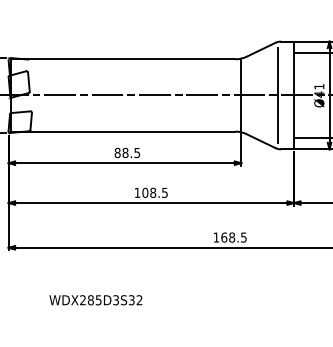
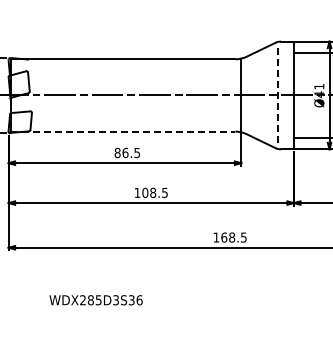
line at (278, 95): solid -> dashed
line at (123, 131): solid -> dashed
text at (125, 152): 88.5 -> 86.5
text at (139, 300): WDX285D3S32 -> WDX285D3S36
